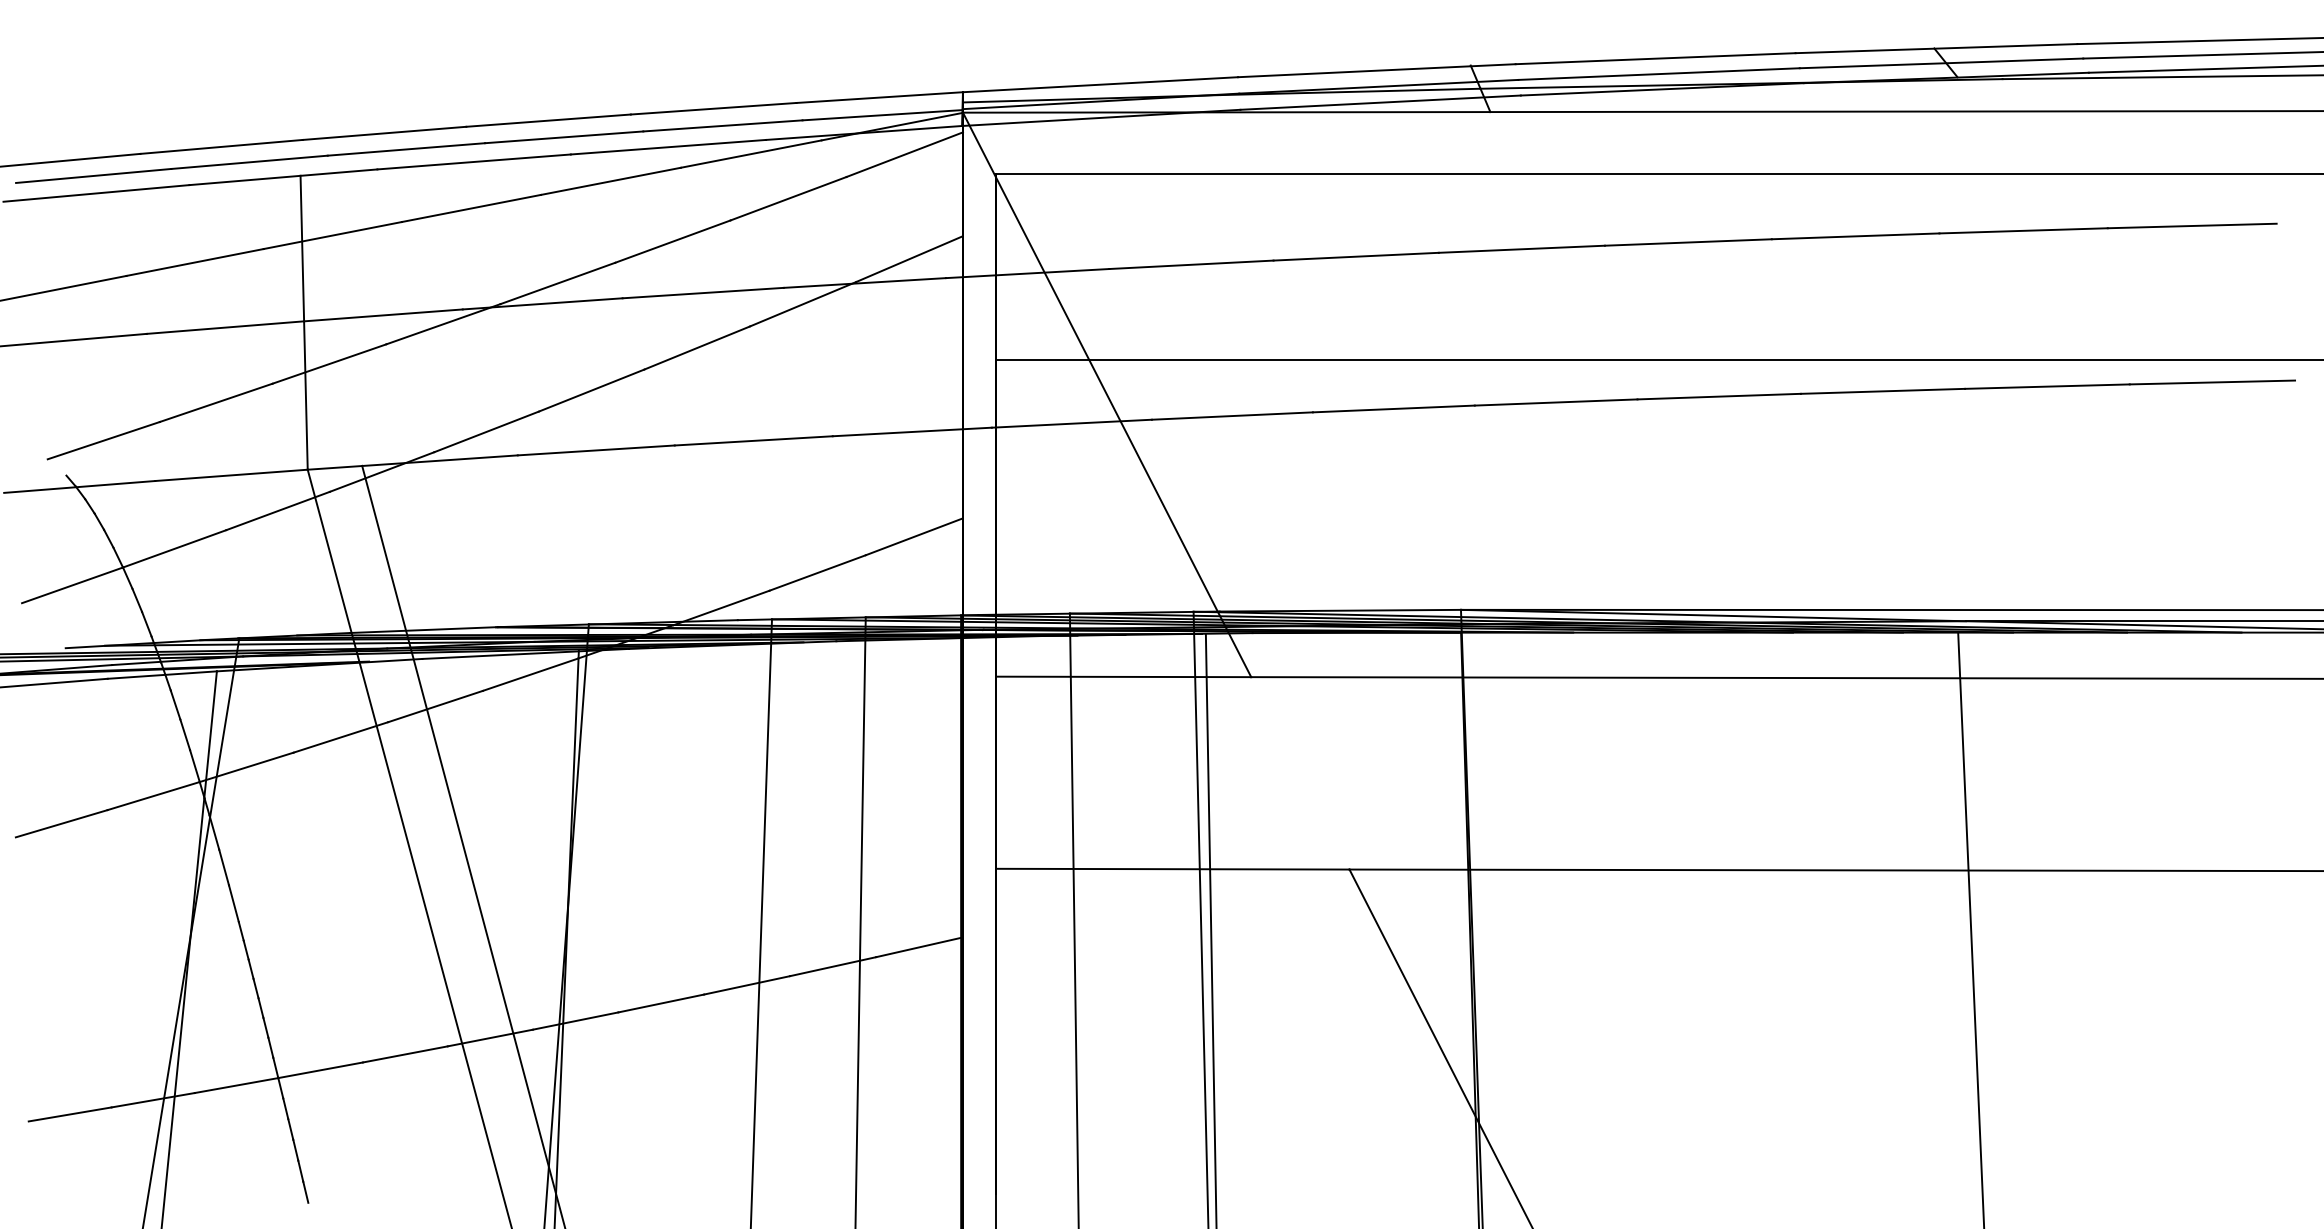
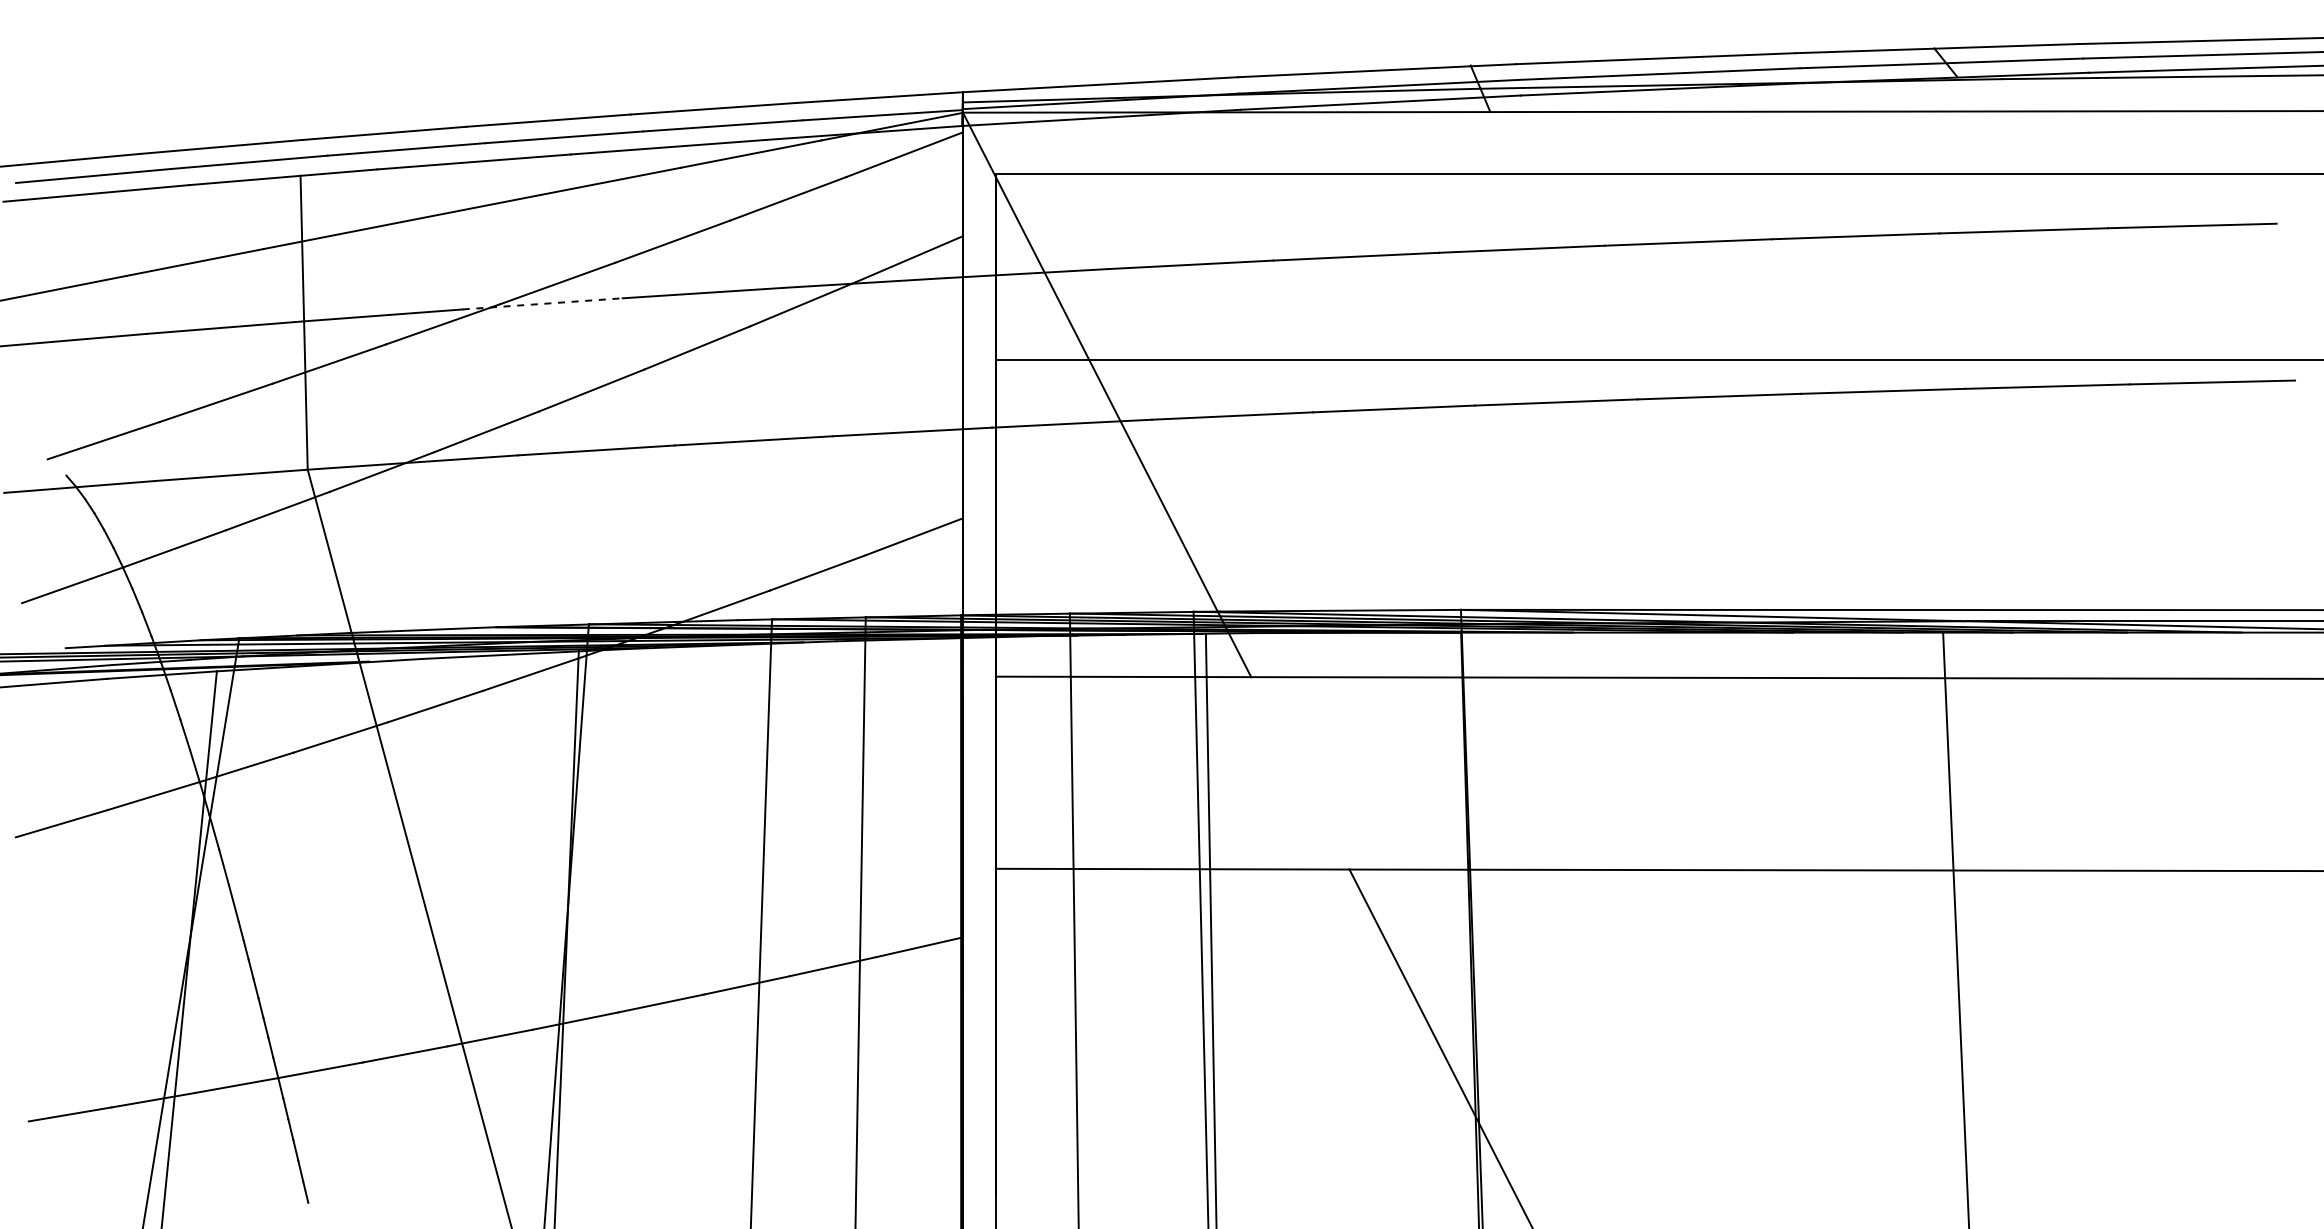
line at (543, 303): solid -> dashed
line at (463, 845): present -> none
line at (1971, 928) position: (1971, 928) -> (1955, 929)
